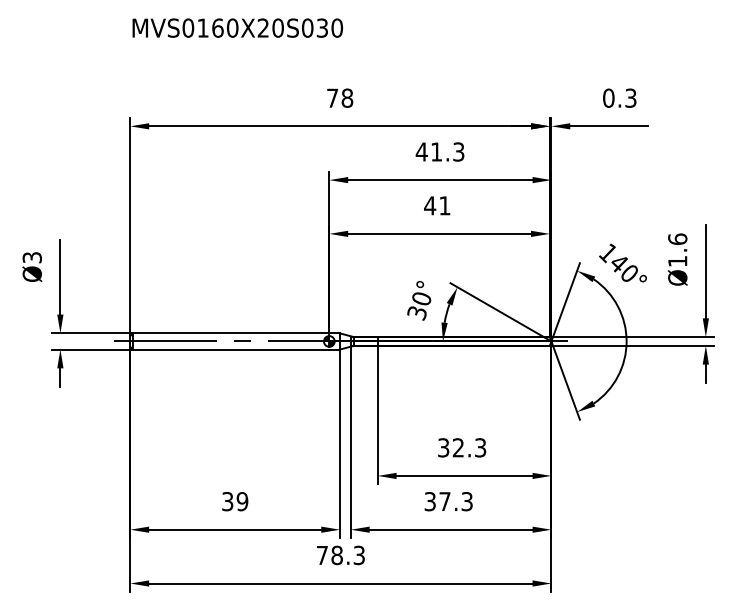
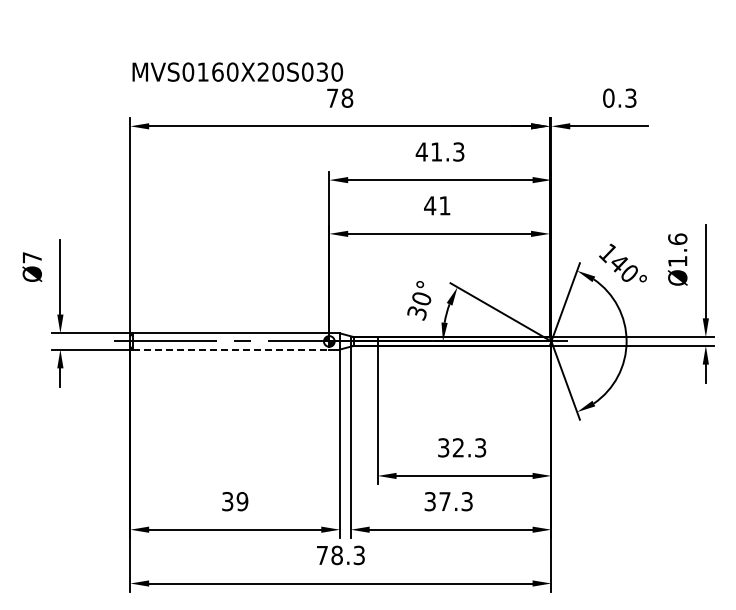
text at (237, 27) position: (237, 27) -> (237, 71)
text at (31, 257): Ø3 -> Ø7
line at (231, 349): solid -> dashed
